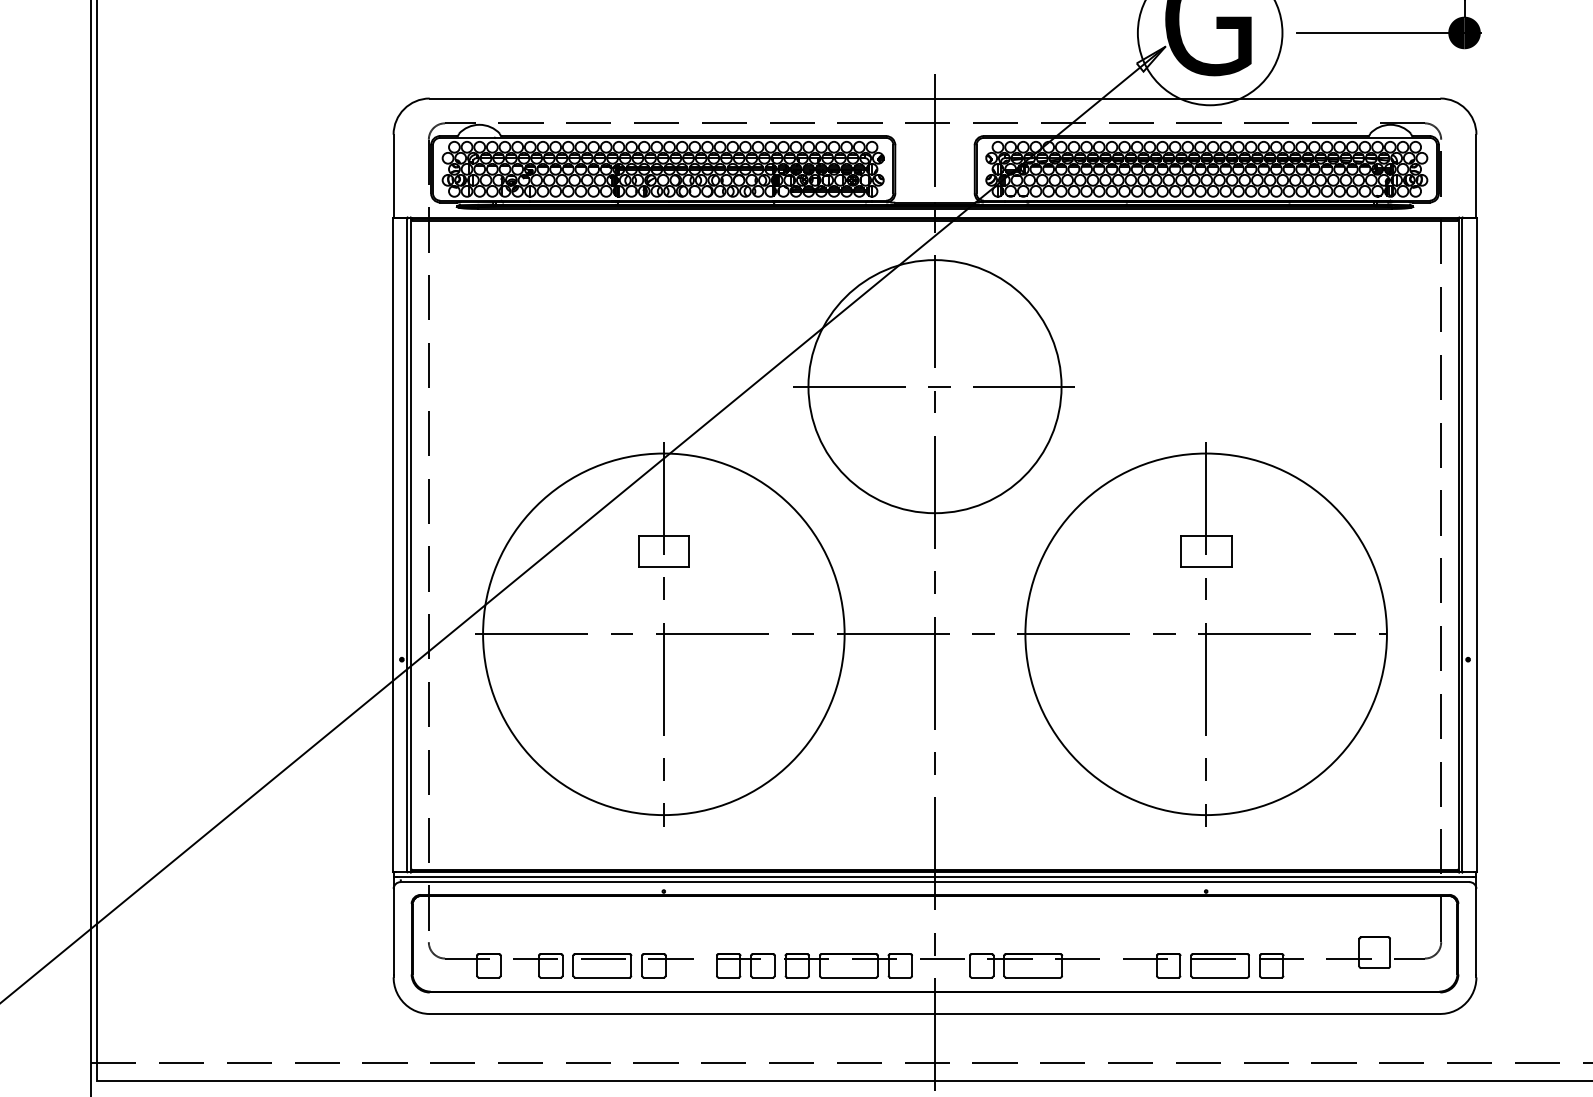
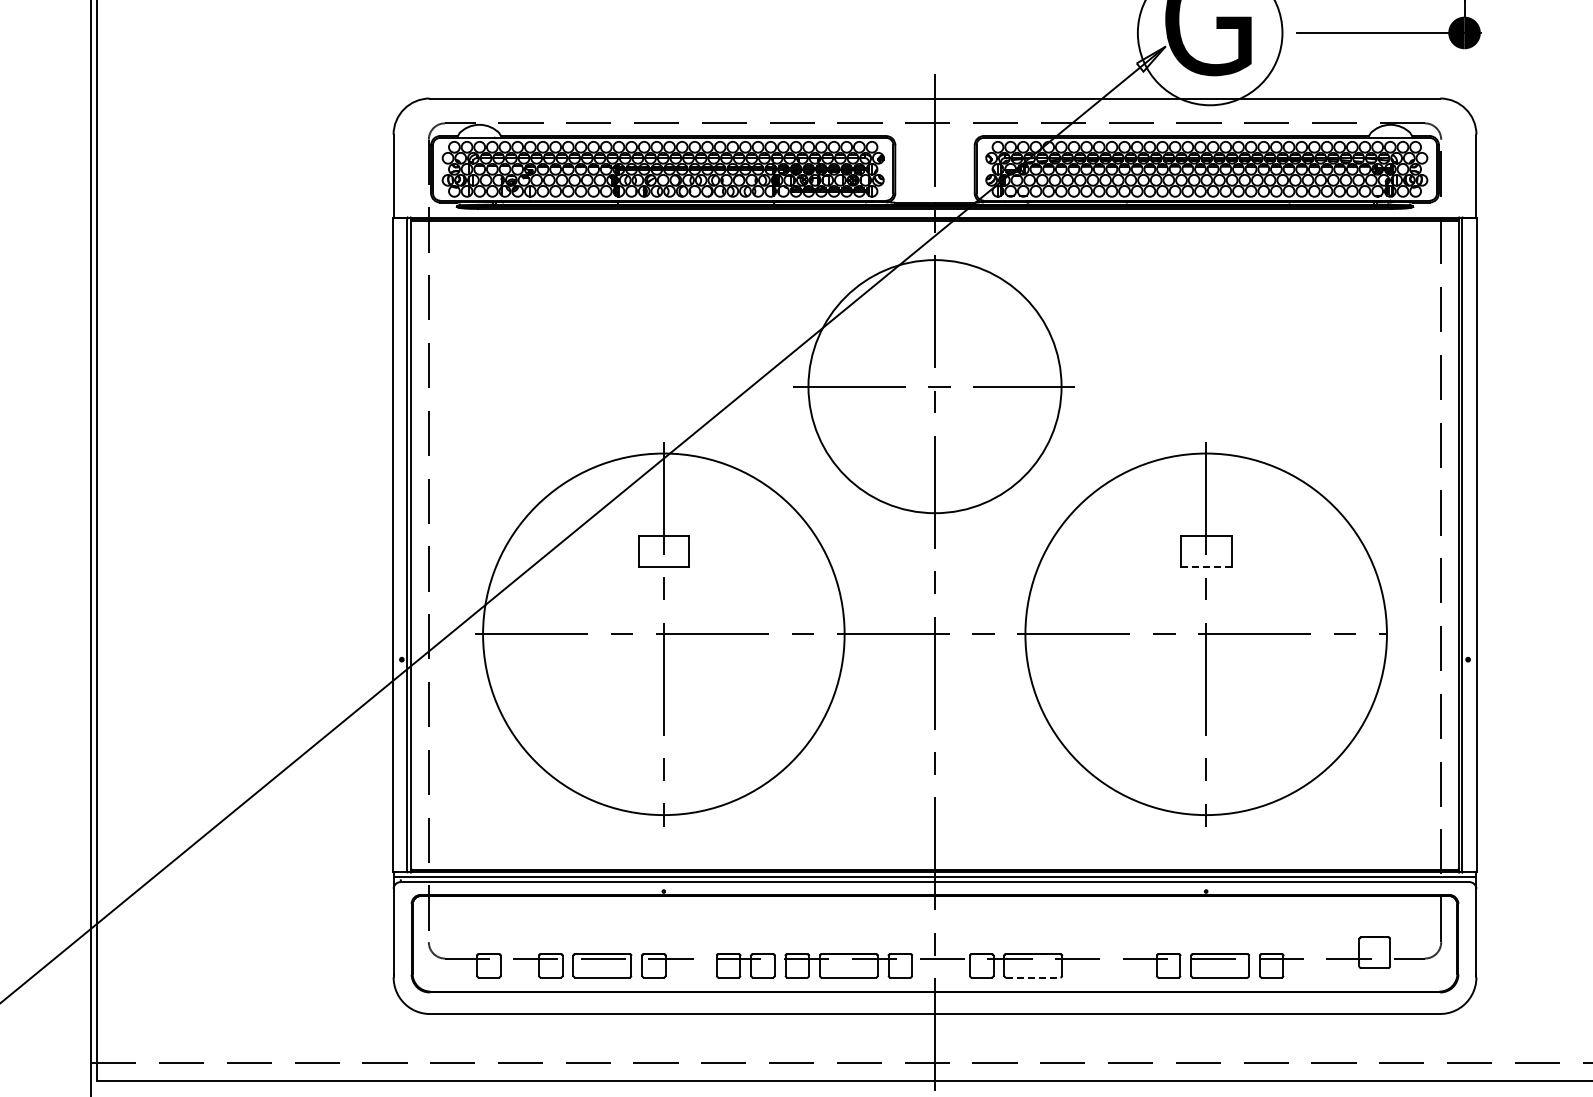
line at (1206, 566): solid -> dashed
line at (1033, 977): solid -> dashed
